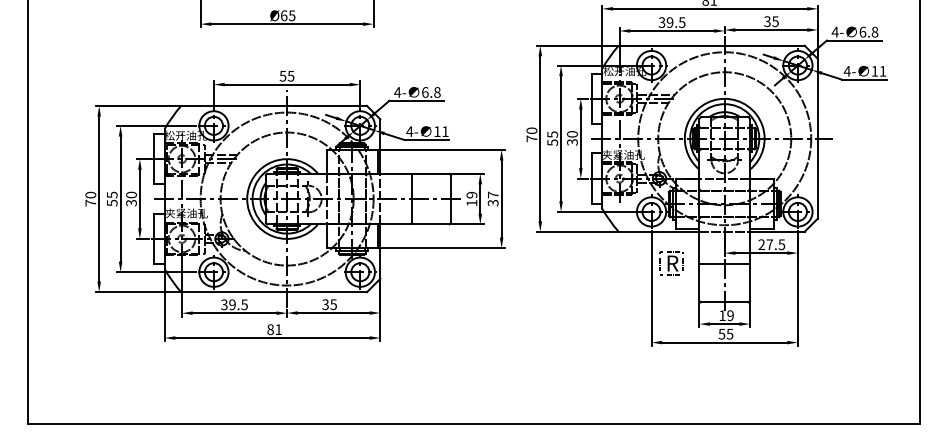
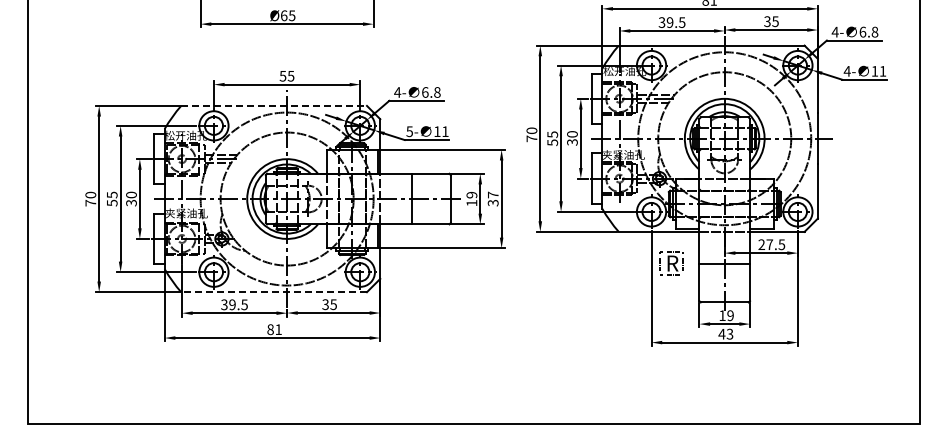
line at (274, 105): solid -> dashed
text at (409, 131): 4- -> 5-
line at (274, 292): solid -> dashed
text at (725, 333): 55 -> 43
